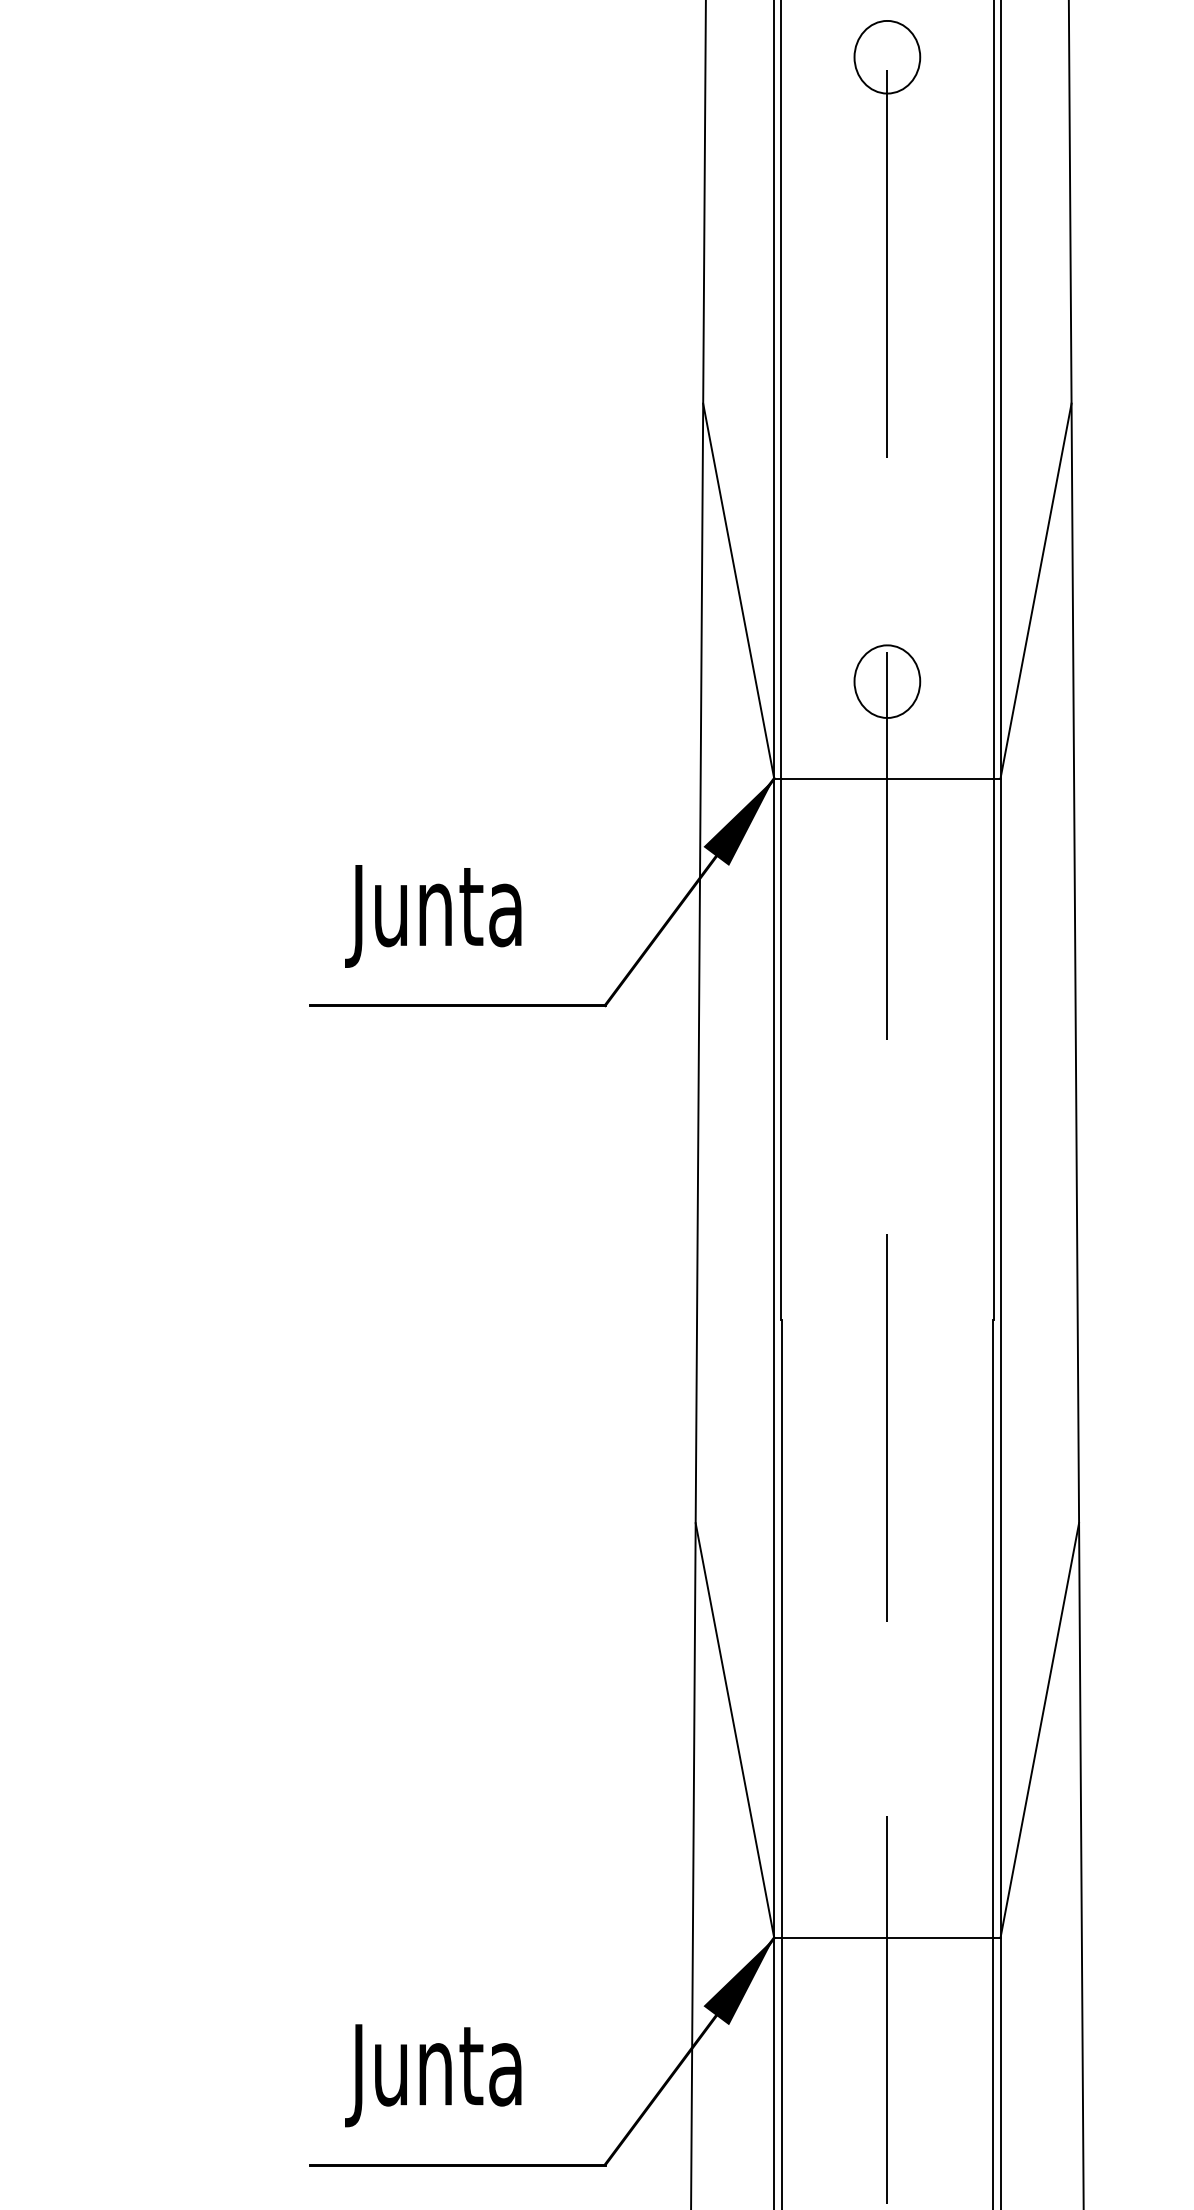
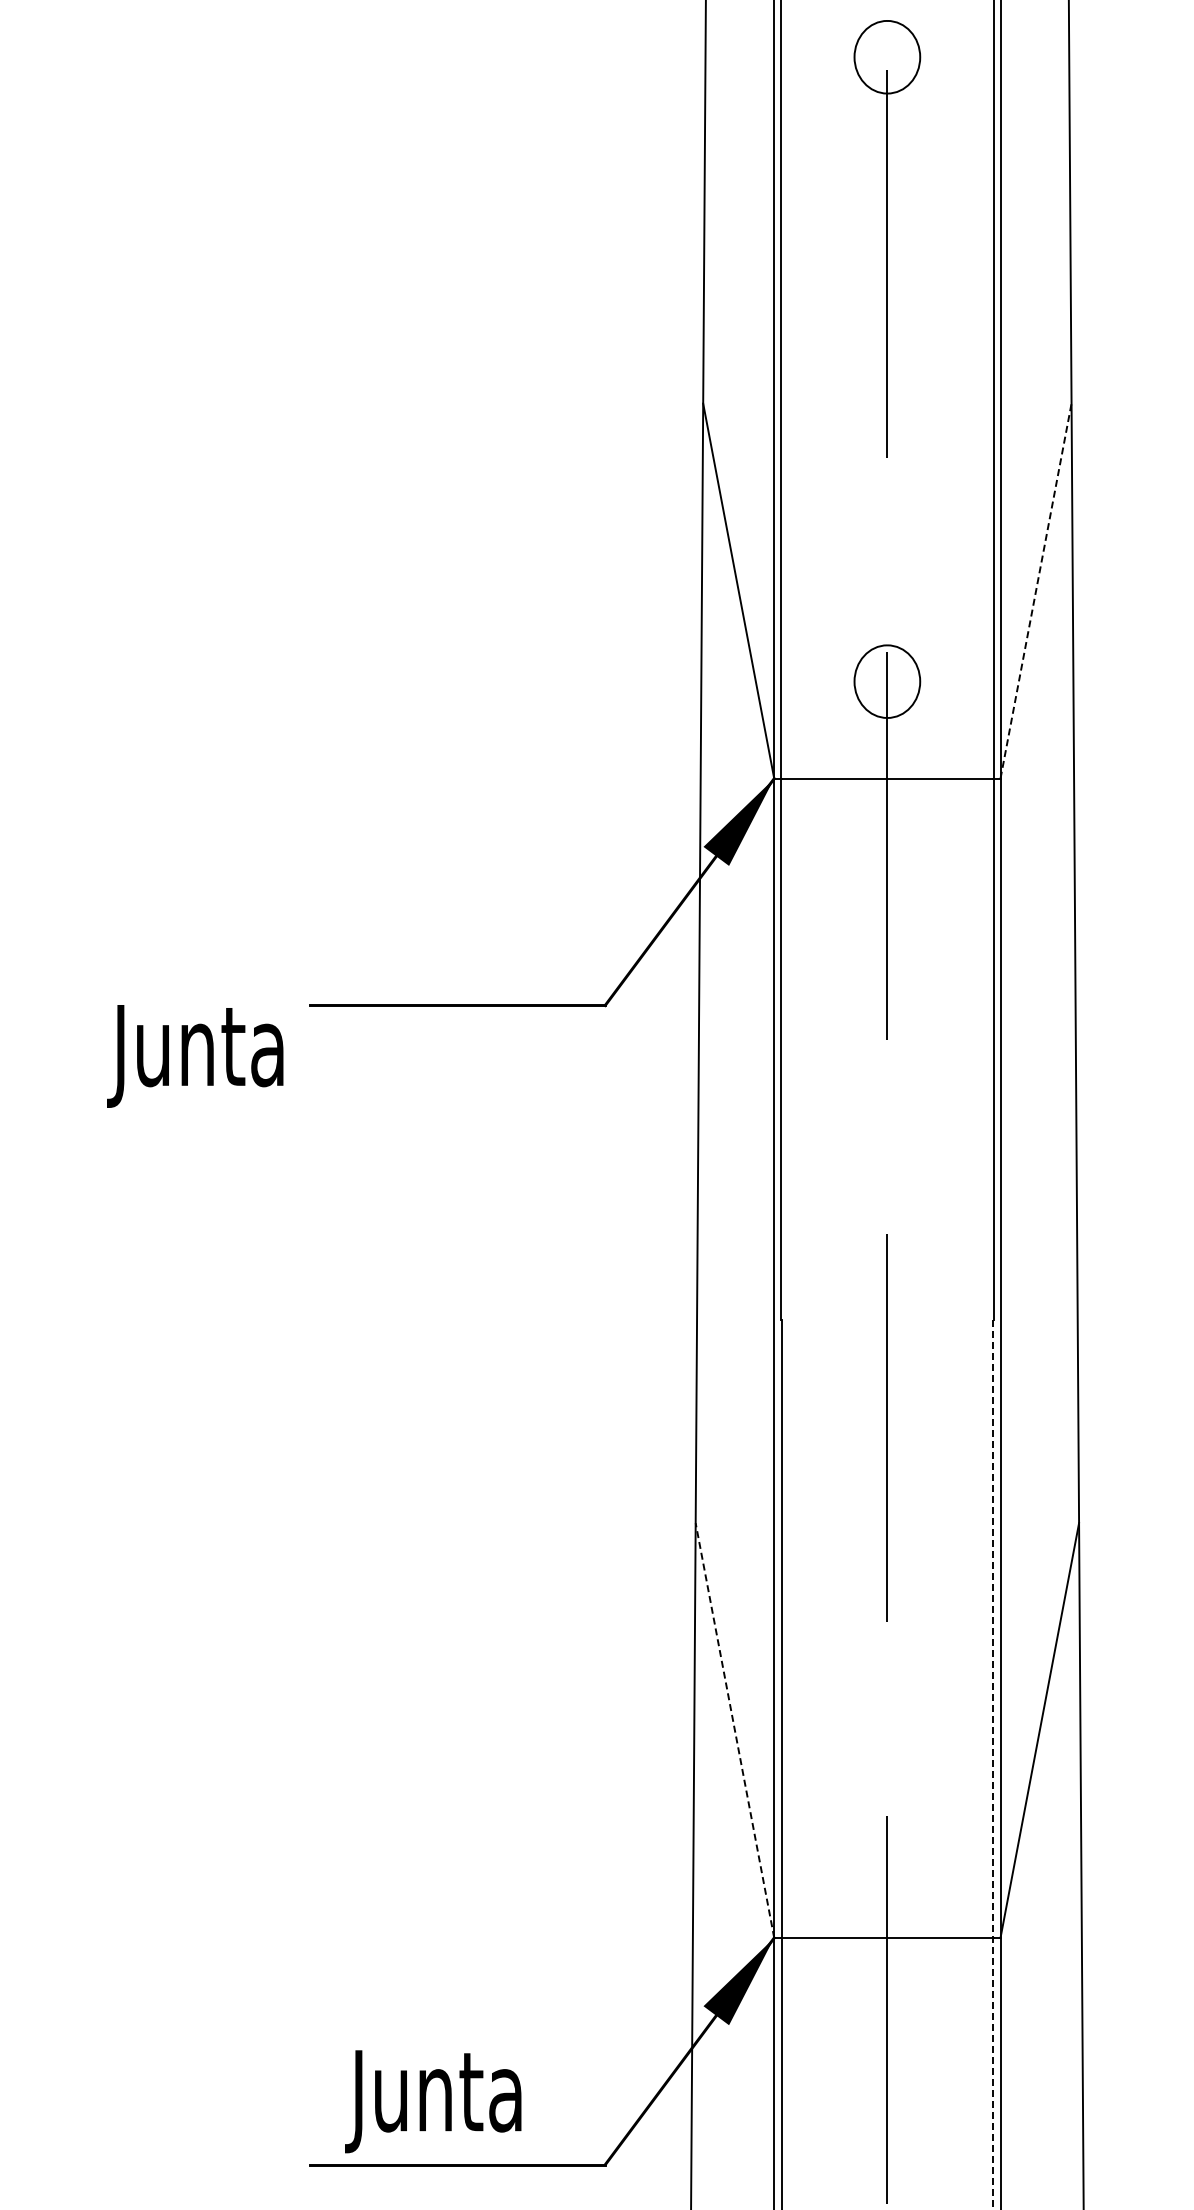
line at (1036, 591): solid -> dashed
text at (433, 916) position: (433, 916) -> (195, 1056)
line at (734, 1730): solid -> dashed
line at (993, 1764): solid -> dashed
text at (433, 2075) position: (433, 2075) -> (433, 2101)
